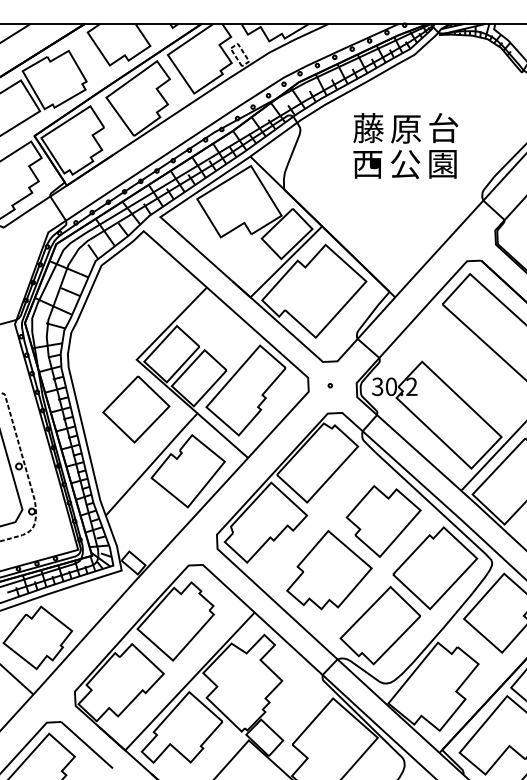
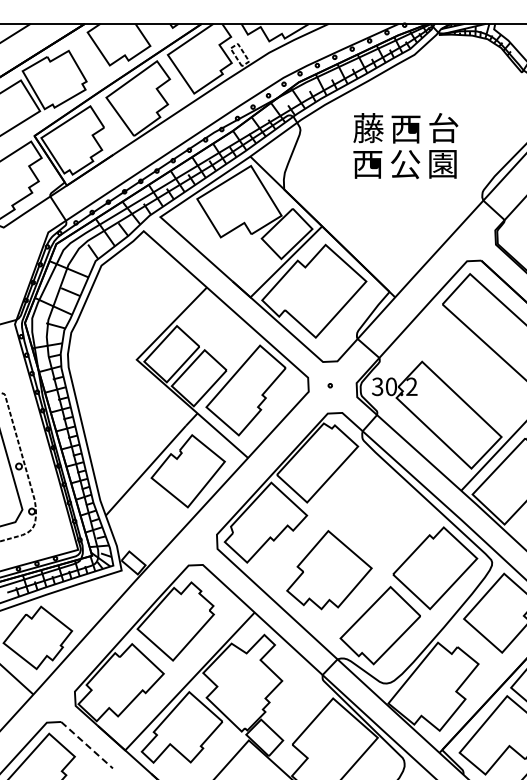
text at (405, 129): 原 -> 西
part at (136, 409): present -> none
part at (383, 521): present -> none
line at (87, 745): solid -> dashed
